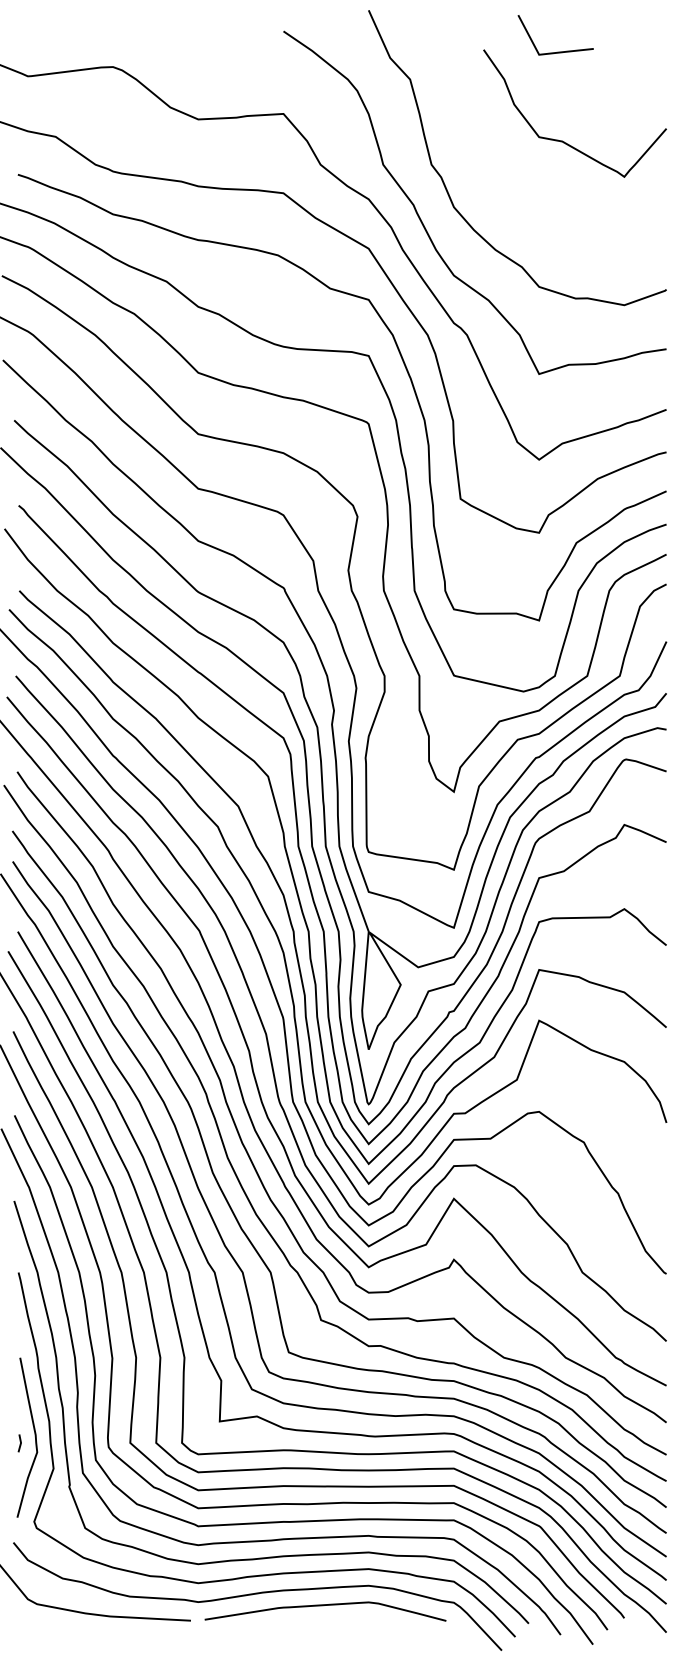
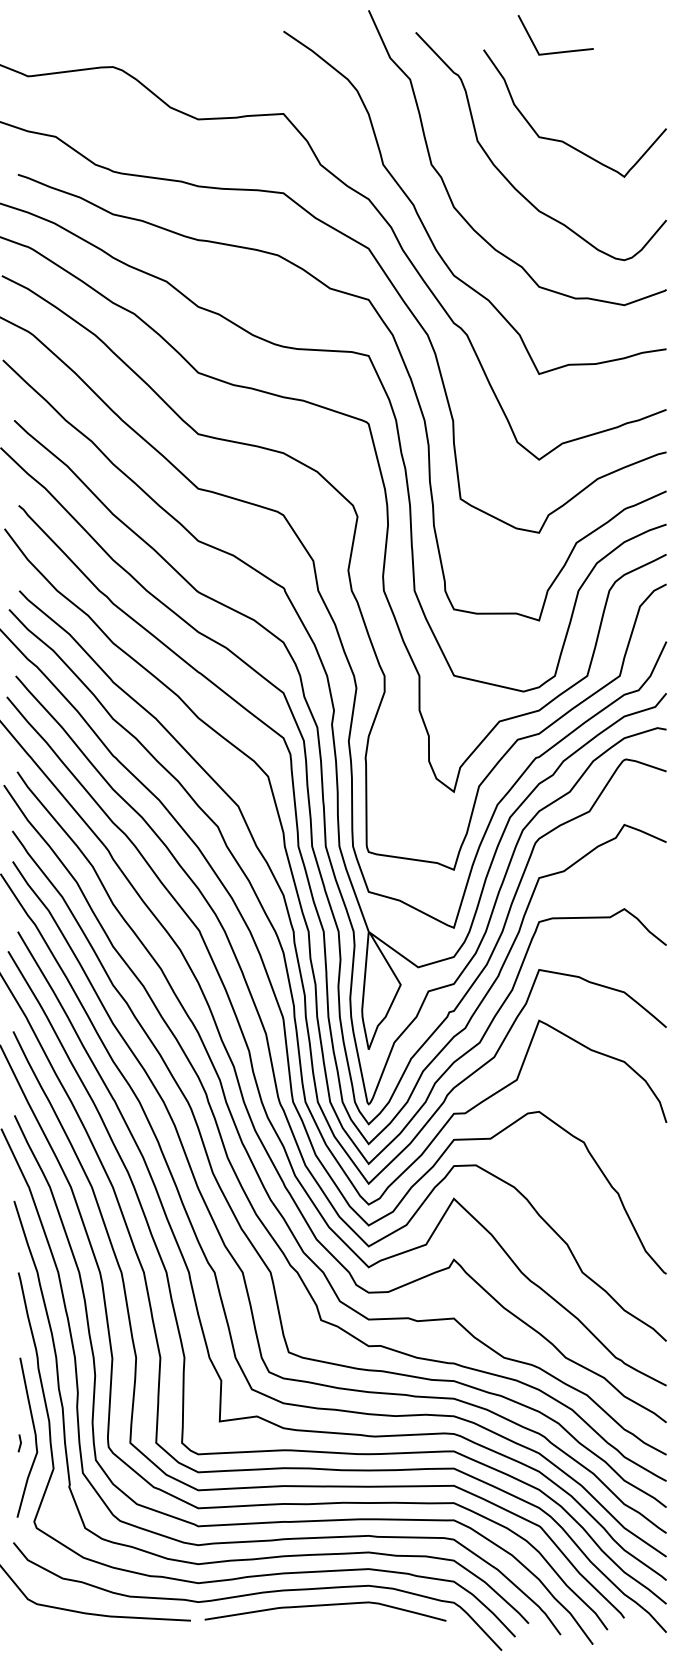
curve at (507, 178): none -> present
